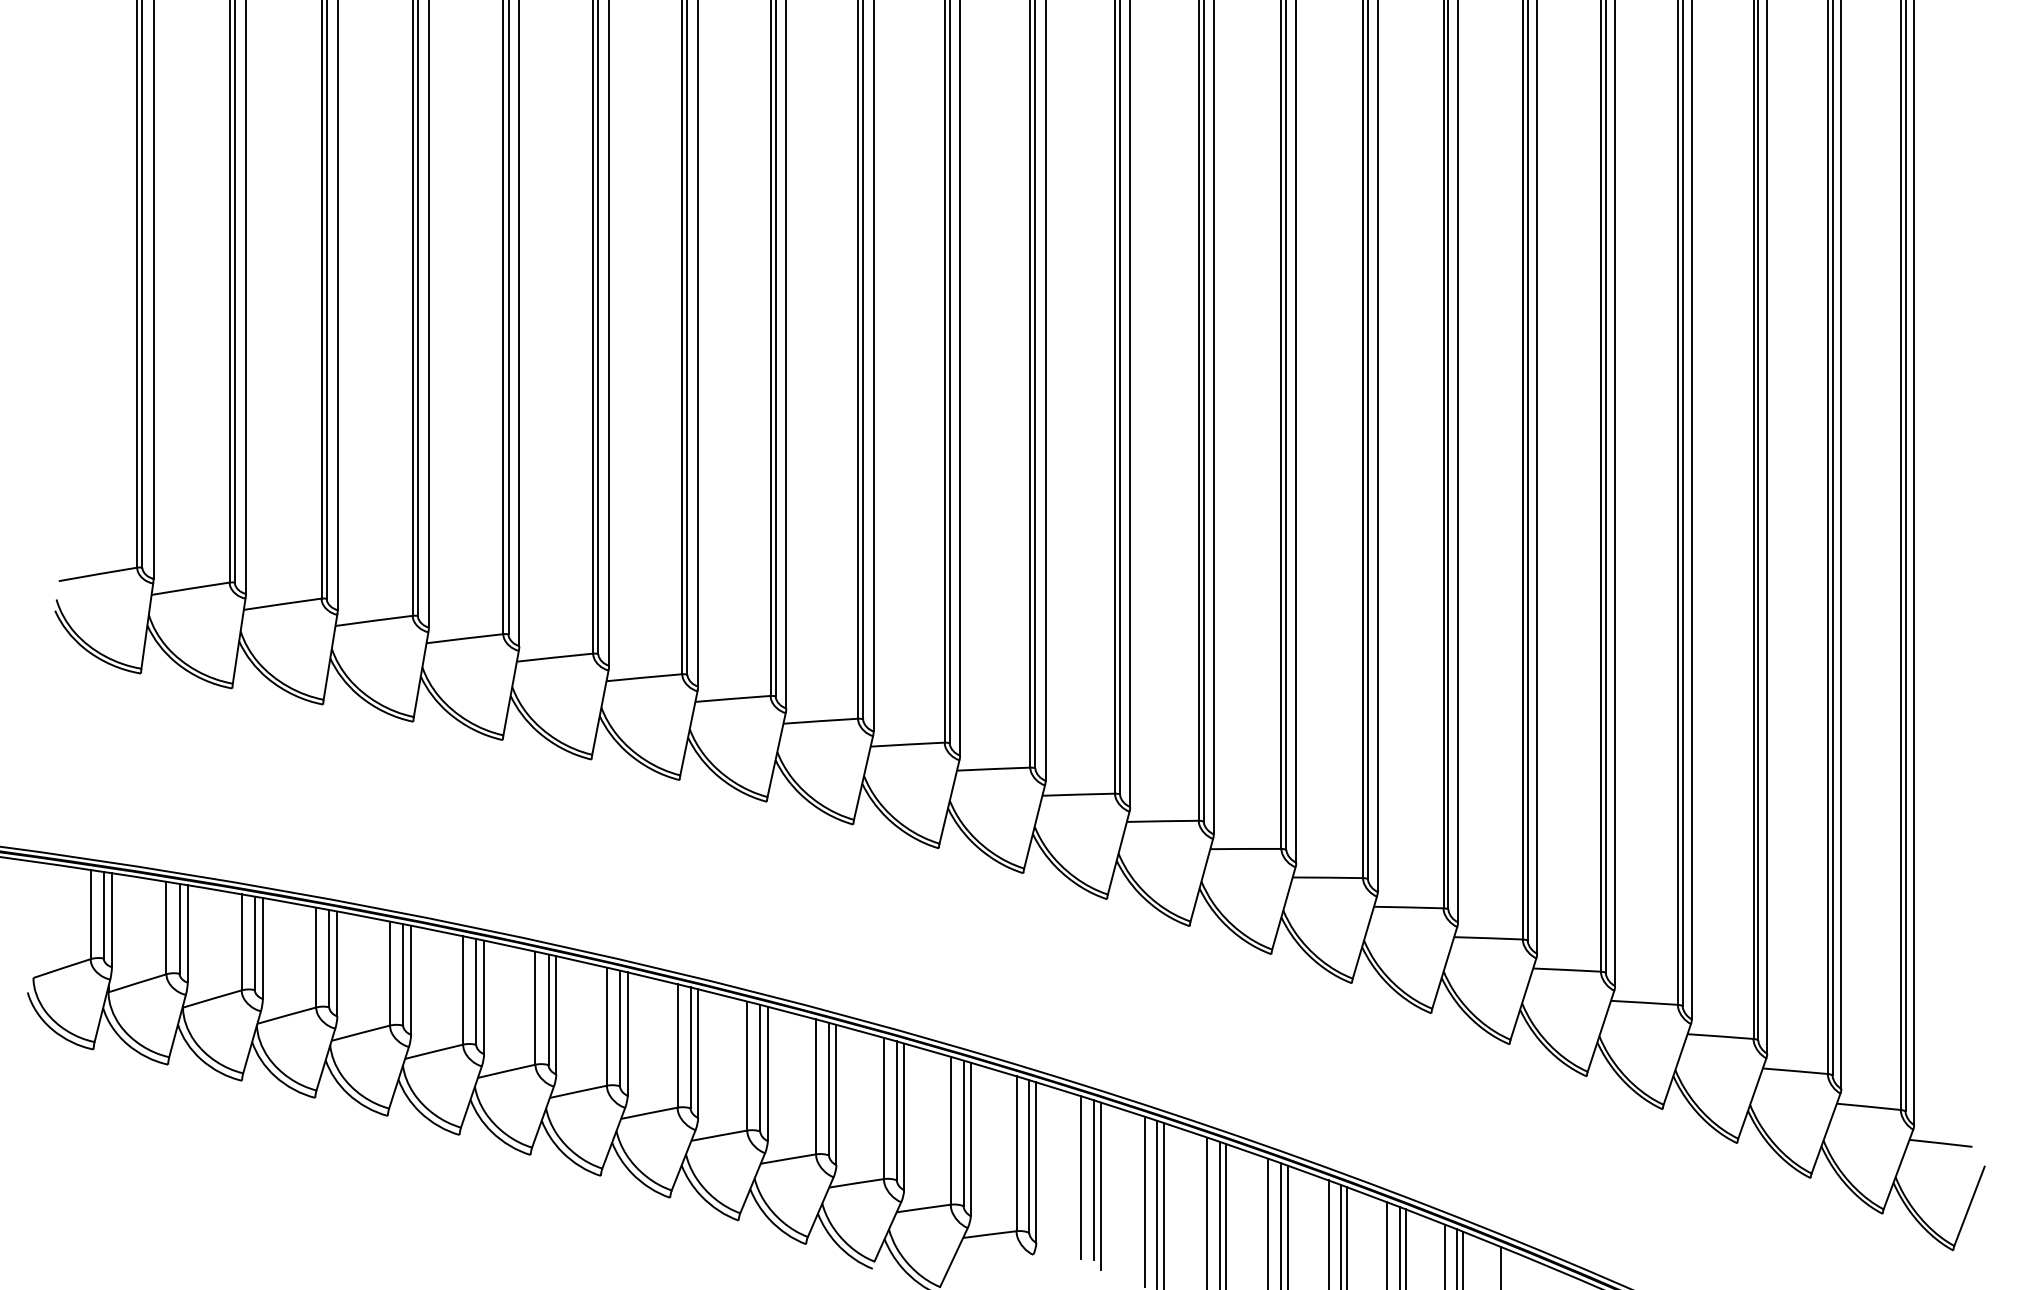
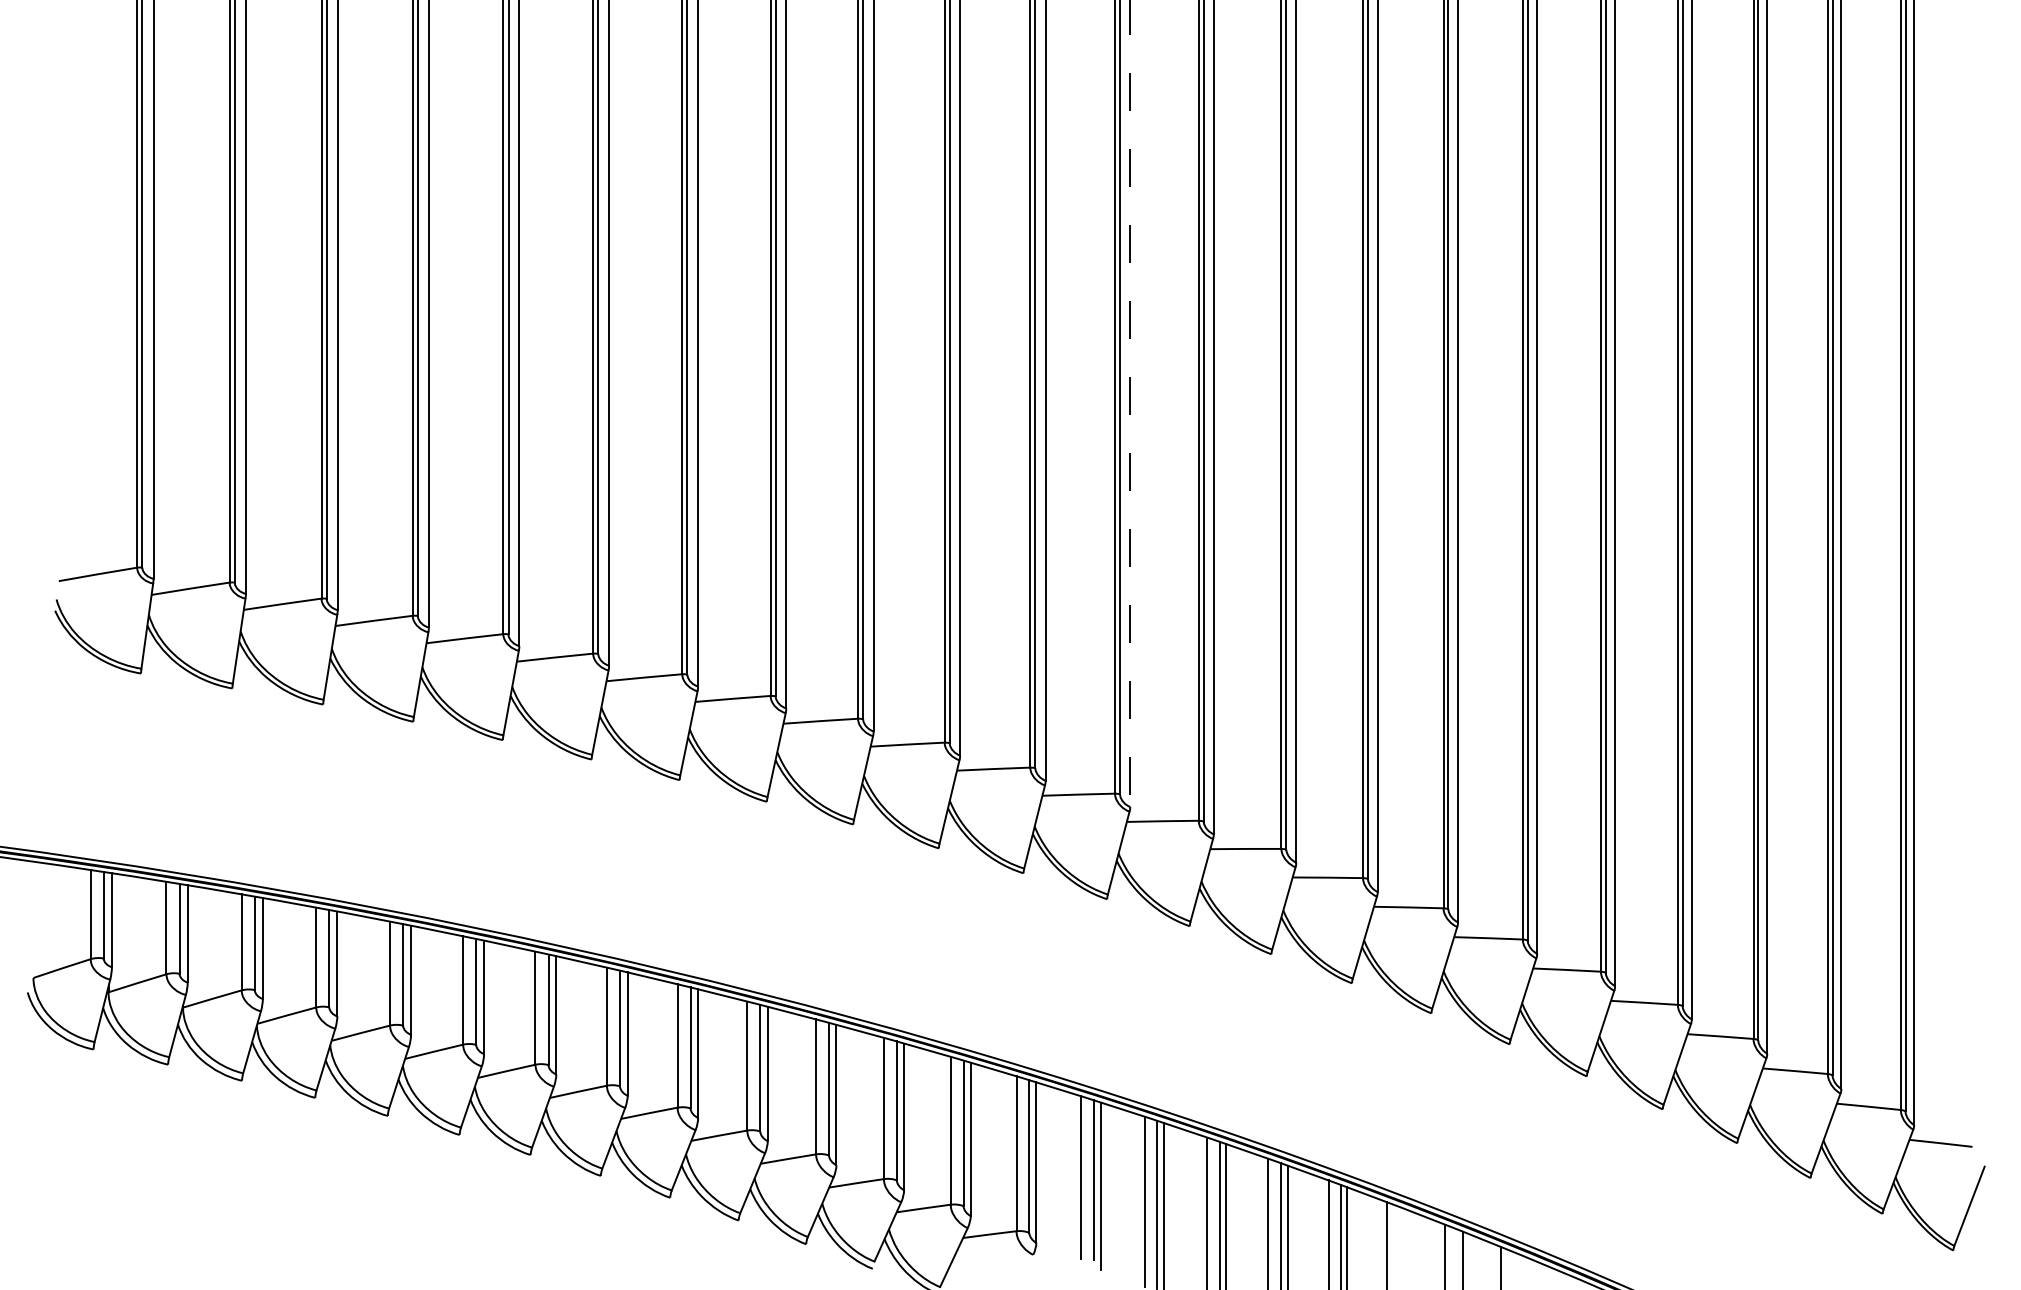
line at (1130, 403): solid -> dashed
line at (1399, 1246): present -> none
line at (1405, 1247): present -> none
line at (1457, 1257): present -> none
